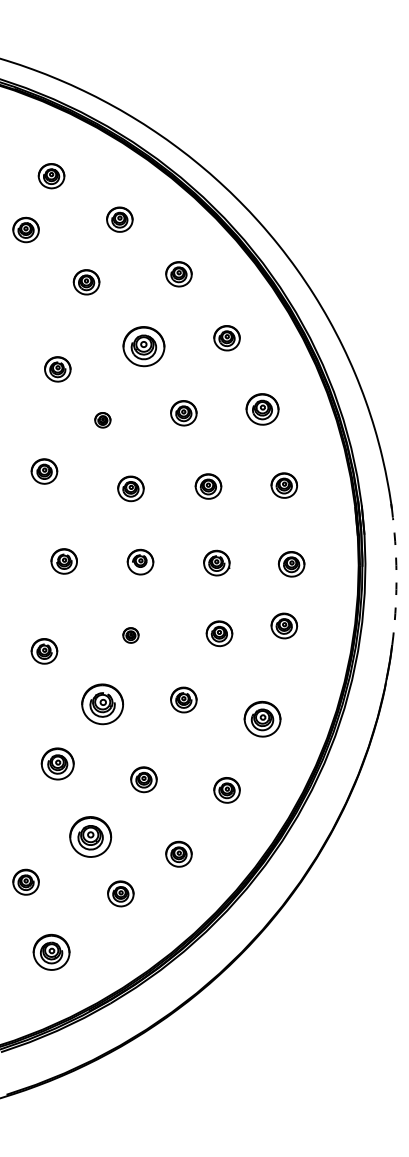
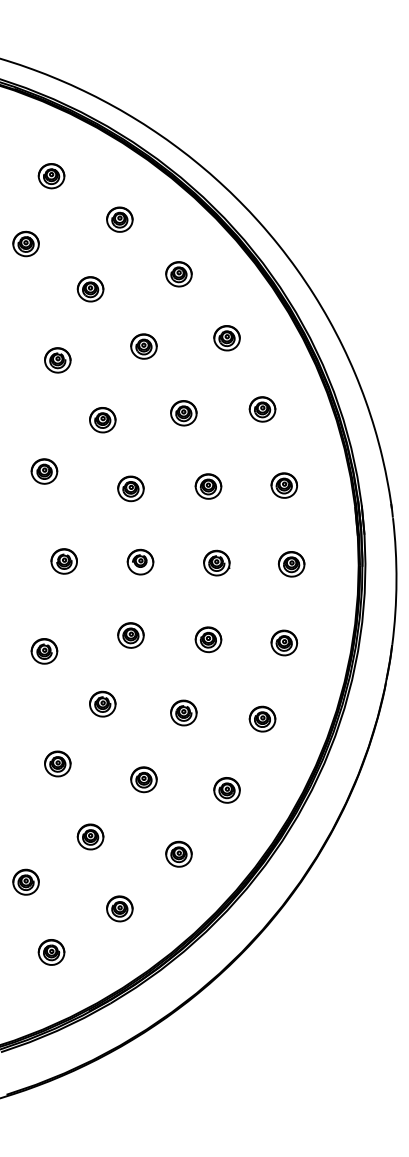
part at (25, 229) position: (25, 229) -> (25, 243)
part at (86, 282) position: (86, 282) -> (90, 289)
part at (143, 346) size: 44x42 px -> 28x27 px
part at (57, 369) position: (57, 369) -> (57, 360)
part at (262, 409) size: 35x33 px -> 29x27 px
part at (102, 420) size: 18x17 px -> 28x27 px
arc at (396, 581): dashed -> solid
part at (284, 625) position: (284, 625) -> (284, 642)
part at (219, 633) position: (219, 633) -> (208, 639)
part at (130, 635) size: 18x17 px -> 28x27 px
part at (183, 699) position: (183, 699) -> (183, 712)
part at (102, 704) size: 44x43 px -> 28x28 px
part at (262, 718) size: 39x38 px -> 29x28 px
part at (57, 763) size: 35x34 px -> 28x28 px
part at (90, 836) size: 44x42 px -> 29x28 px
part at (120, 893) position: (120, 893) -> (119, 908)
part at (51, 951) size: 39x38 px -> 29x27 px
